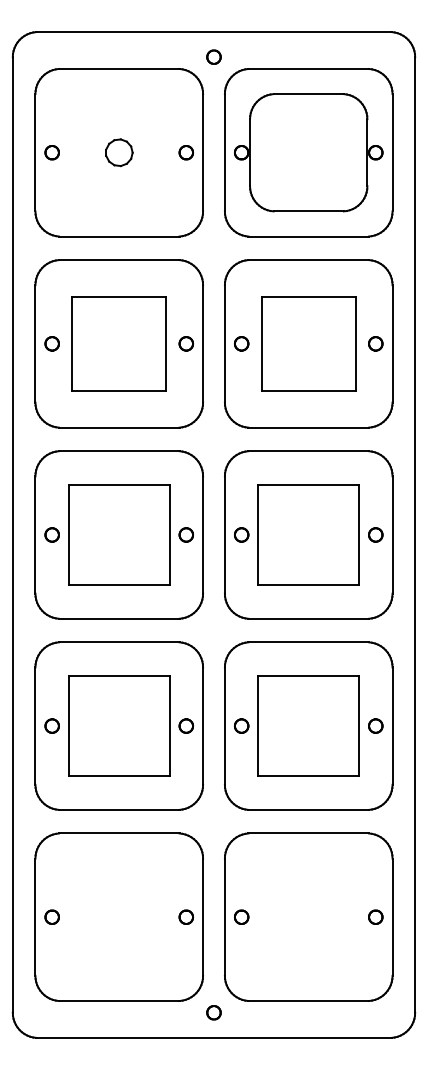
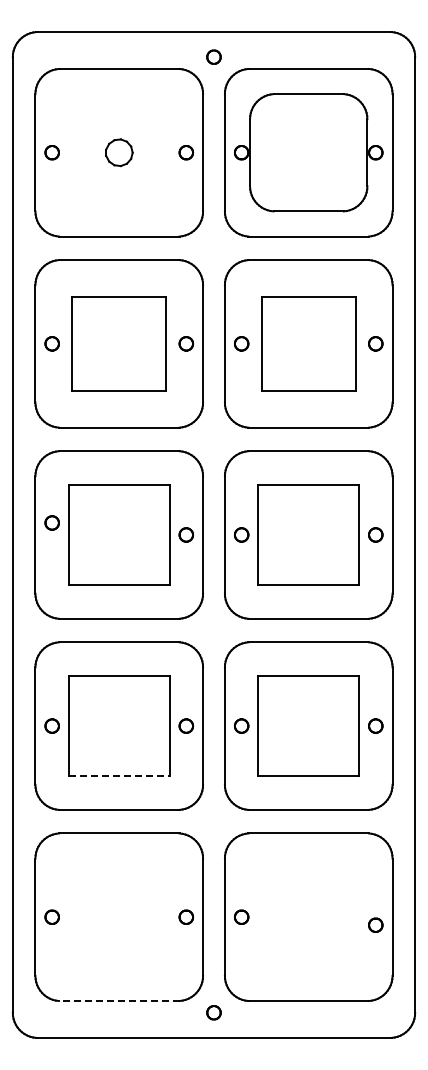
part at (51, 534) position: (51, 534) -> (51, 522)
line at (119, 776): solid -> dashed
part at (375, 916) position: (375, 916) -> (375, 924)
line at (118, 1001): solid -> dashed
